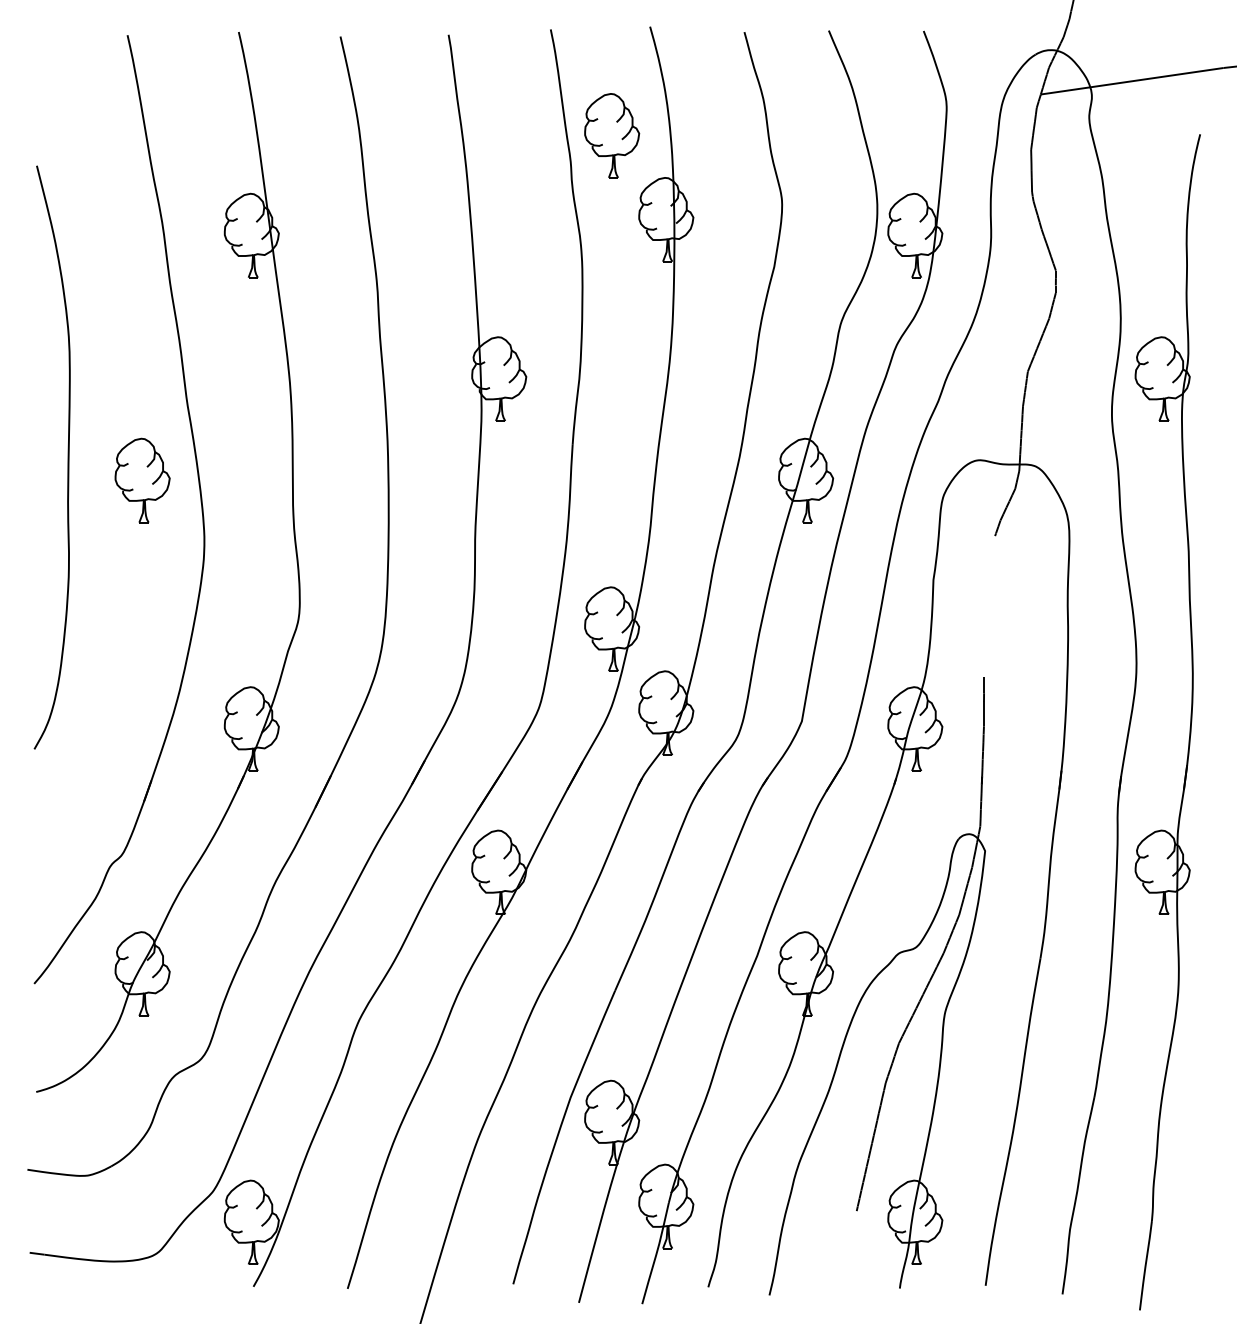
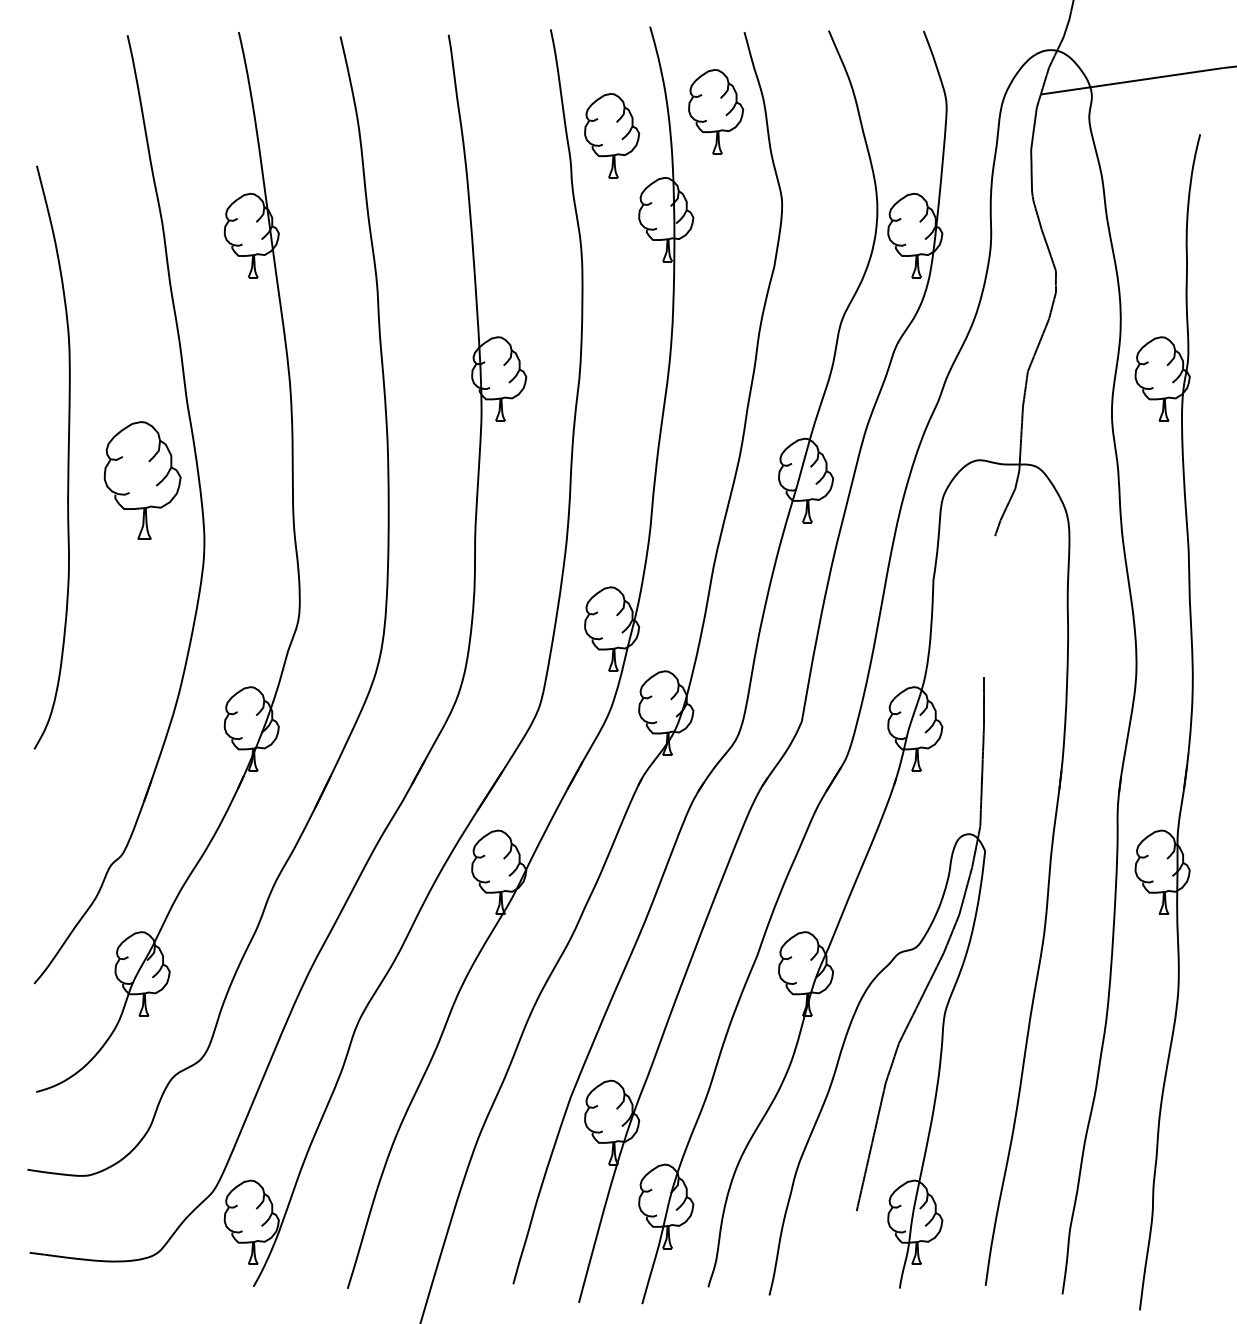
part at (716, 111): none -> present
part at (142, 480) size: 57x87 px -> 79x119 px
